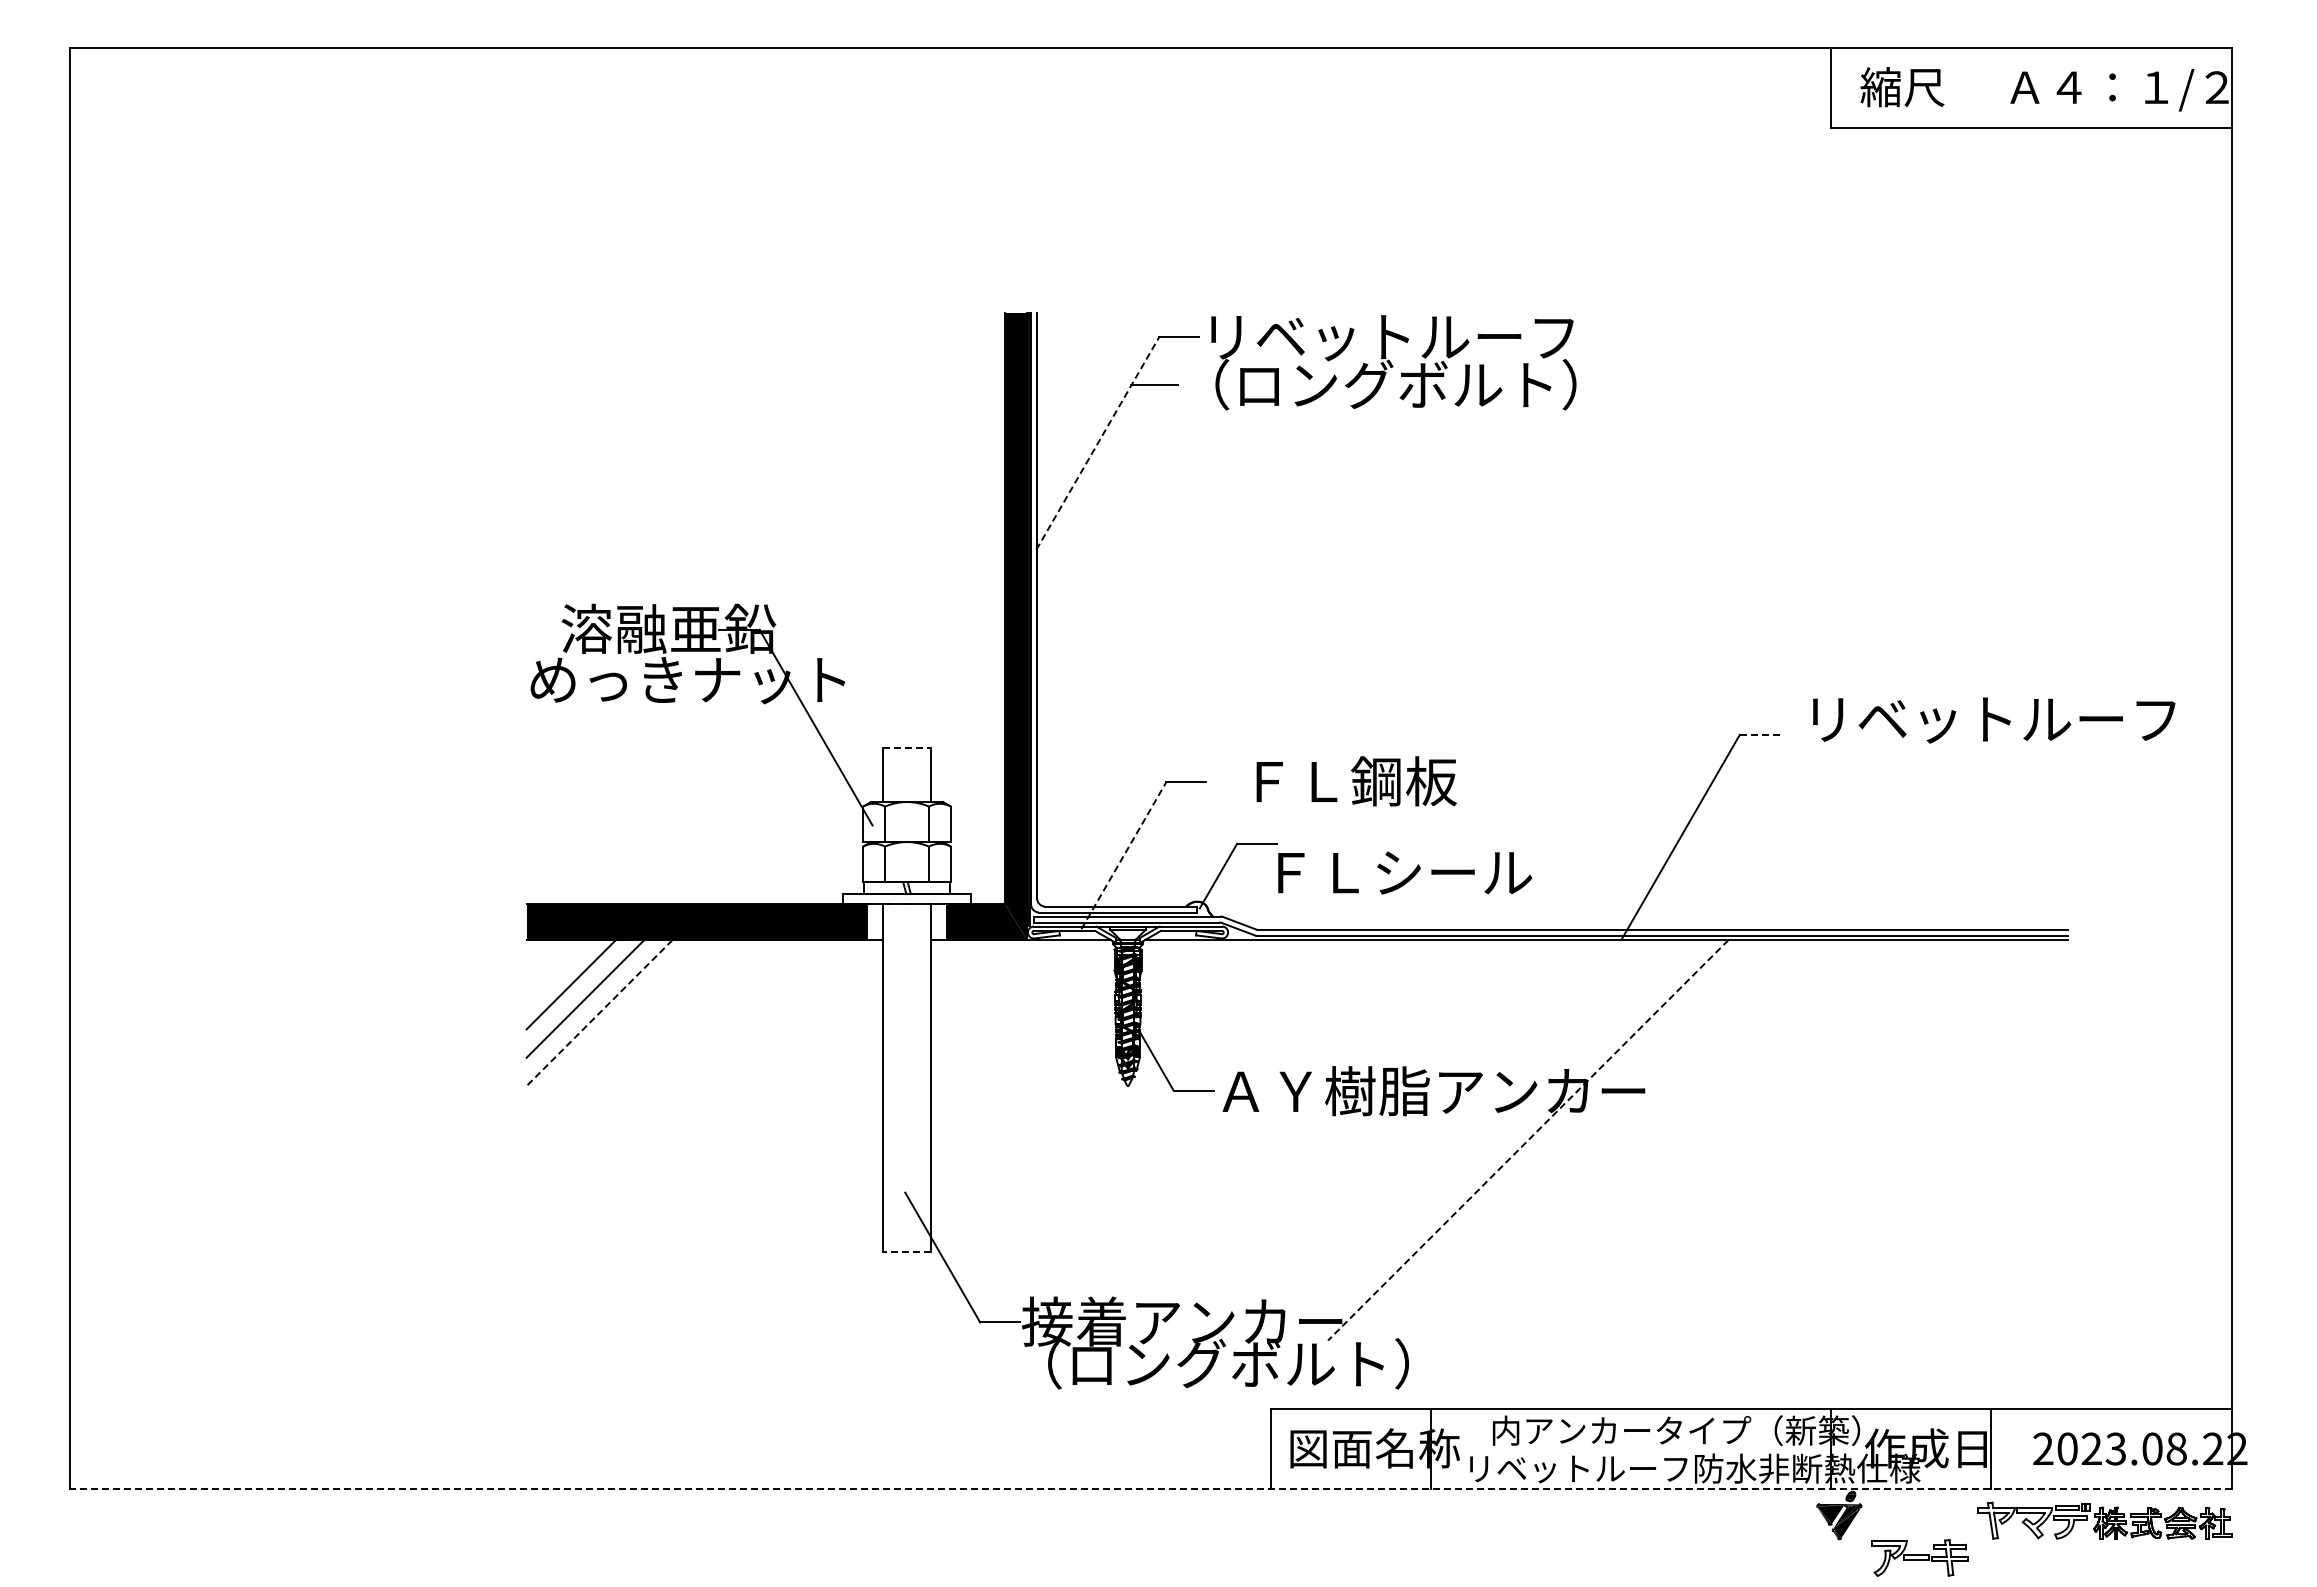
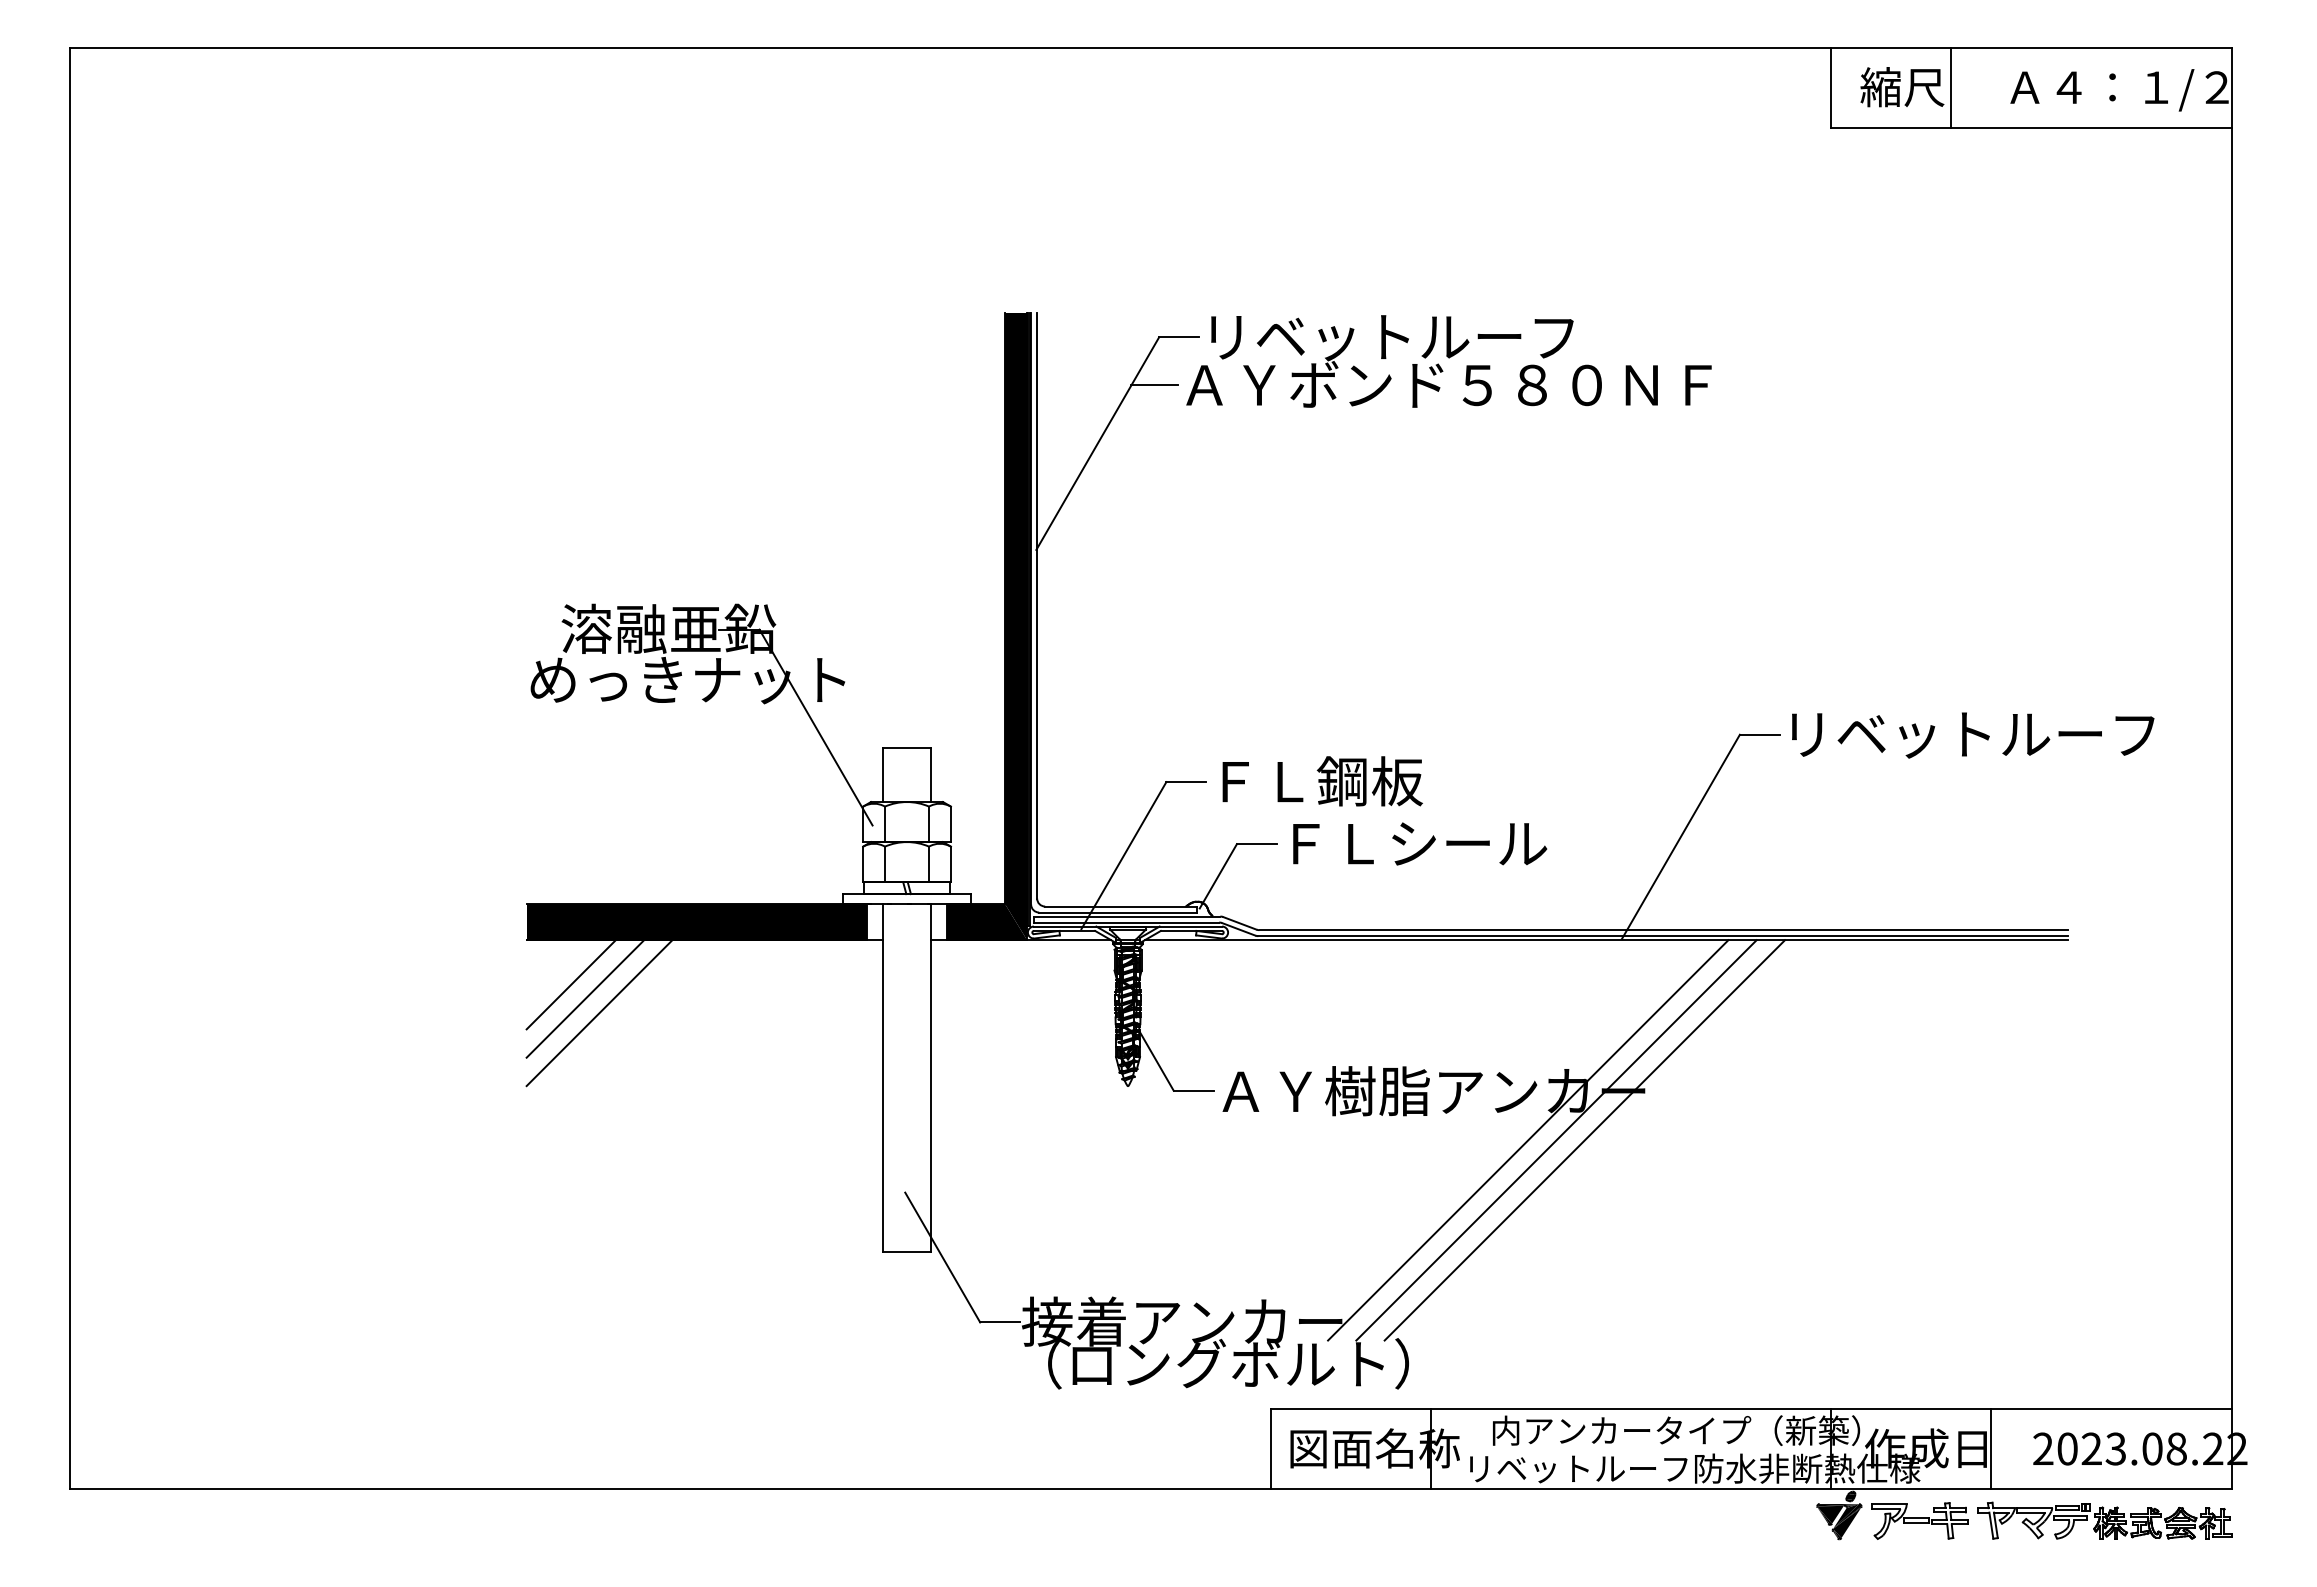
line at (1951, 87): none -> present
text at (1448, 384): （ロングボルト） -> ＡＹボンド５８０ＮＦ
line at (1097, 443): dashed -> solid
text at (1994, 720) position: (1994, 720) -> (1973, 735)
line at (1760, 734): dashed -> solid
line at (907, 747): dashed -> solid
text at (1356, 781) position: (1356, 781) -> (1322, 781)
line at (1123, 855): dashed -> solid
text at (1405, 872) position: (1405, 872) -> (1420, 843)
line at (599, 1013): dashed -> solid
line at (1527, 1140): dashed -> solid
line at (1556, 1140): none -> present
line at (1584, 1140): none -> present
line at (906, 1252): dashed -> solid
line at (1150, 1489): dashed -> solid
part at (1919, 1557) position: (1919, 1557) -> (1919, 1520)
